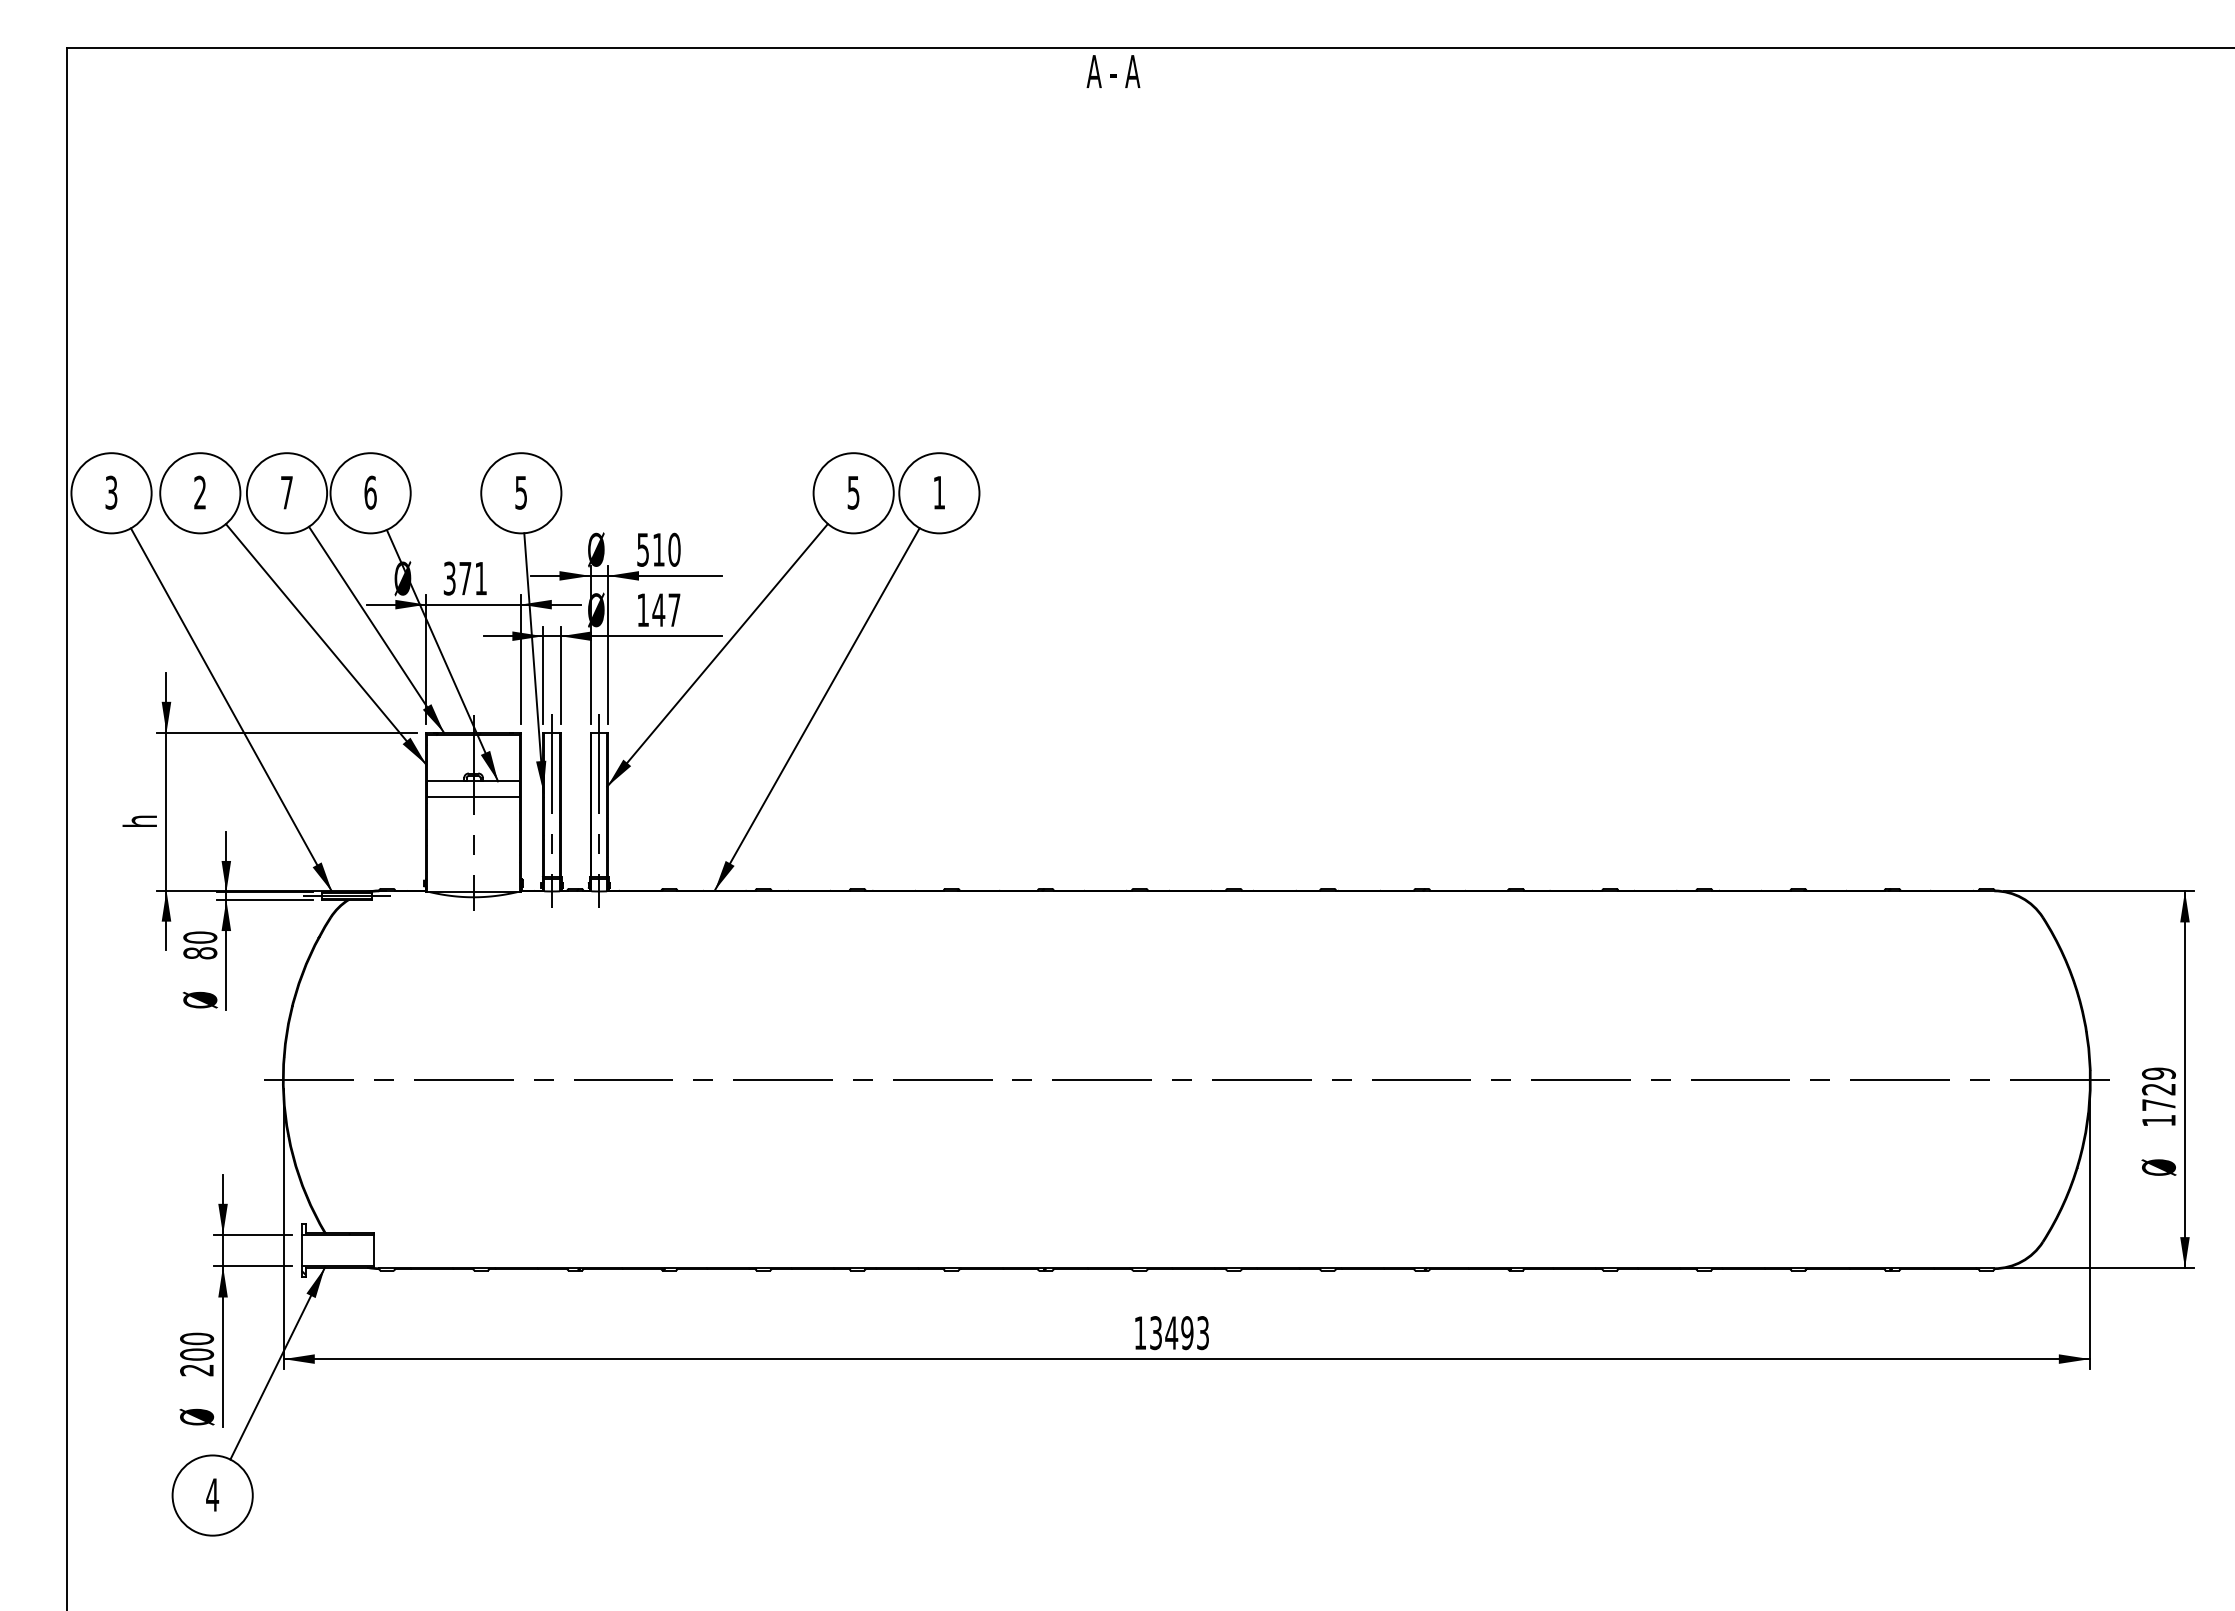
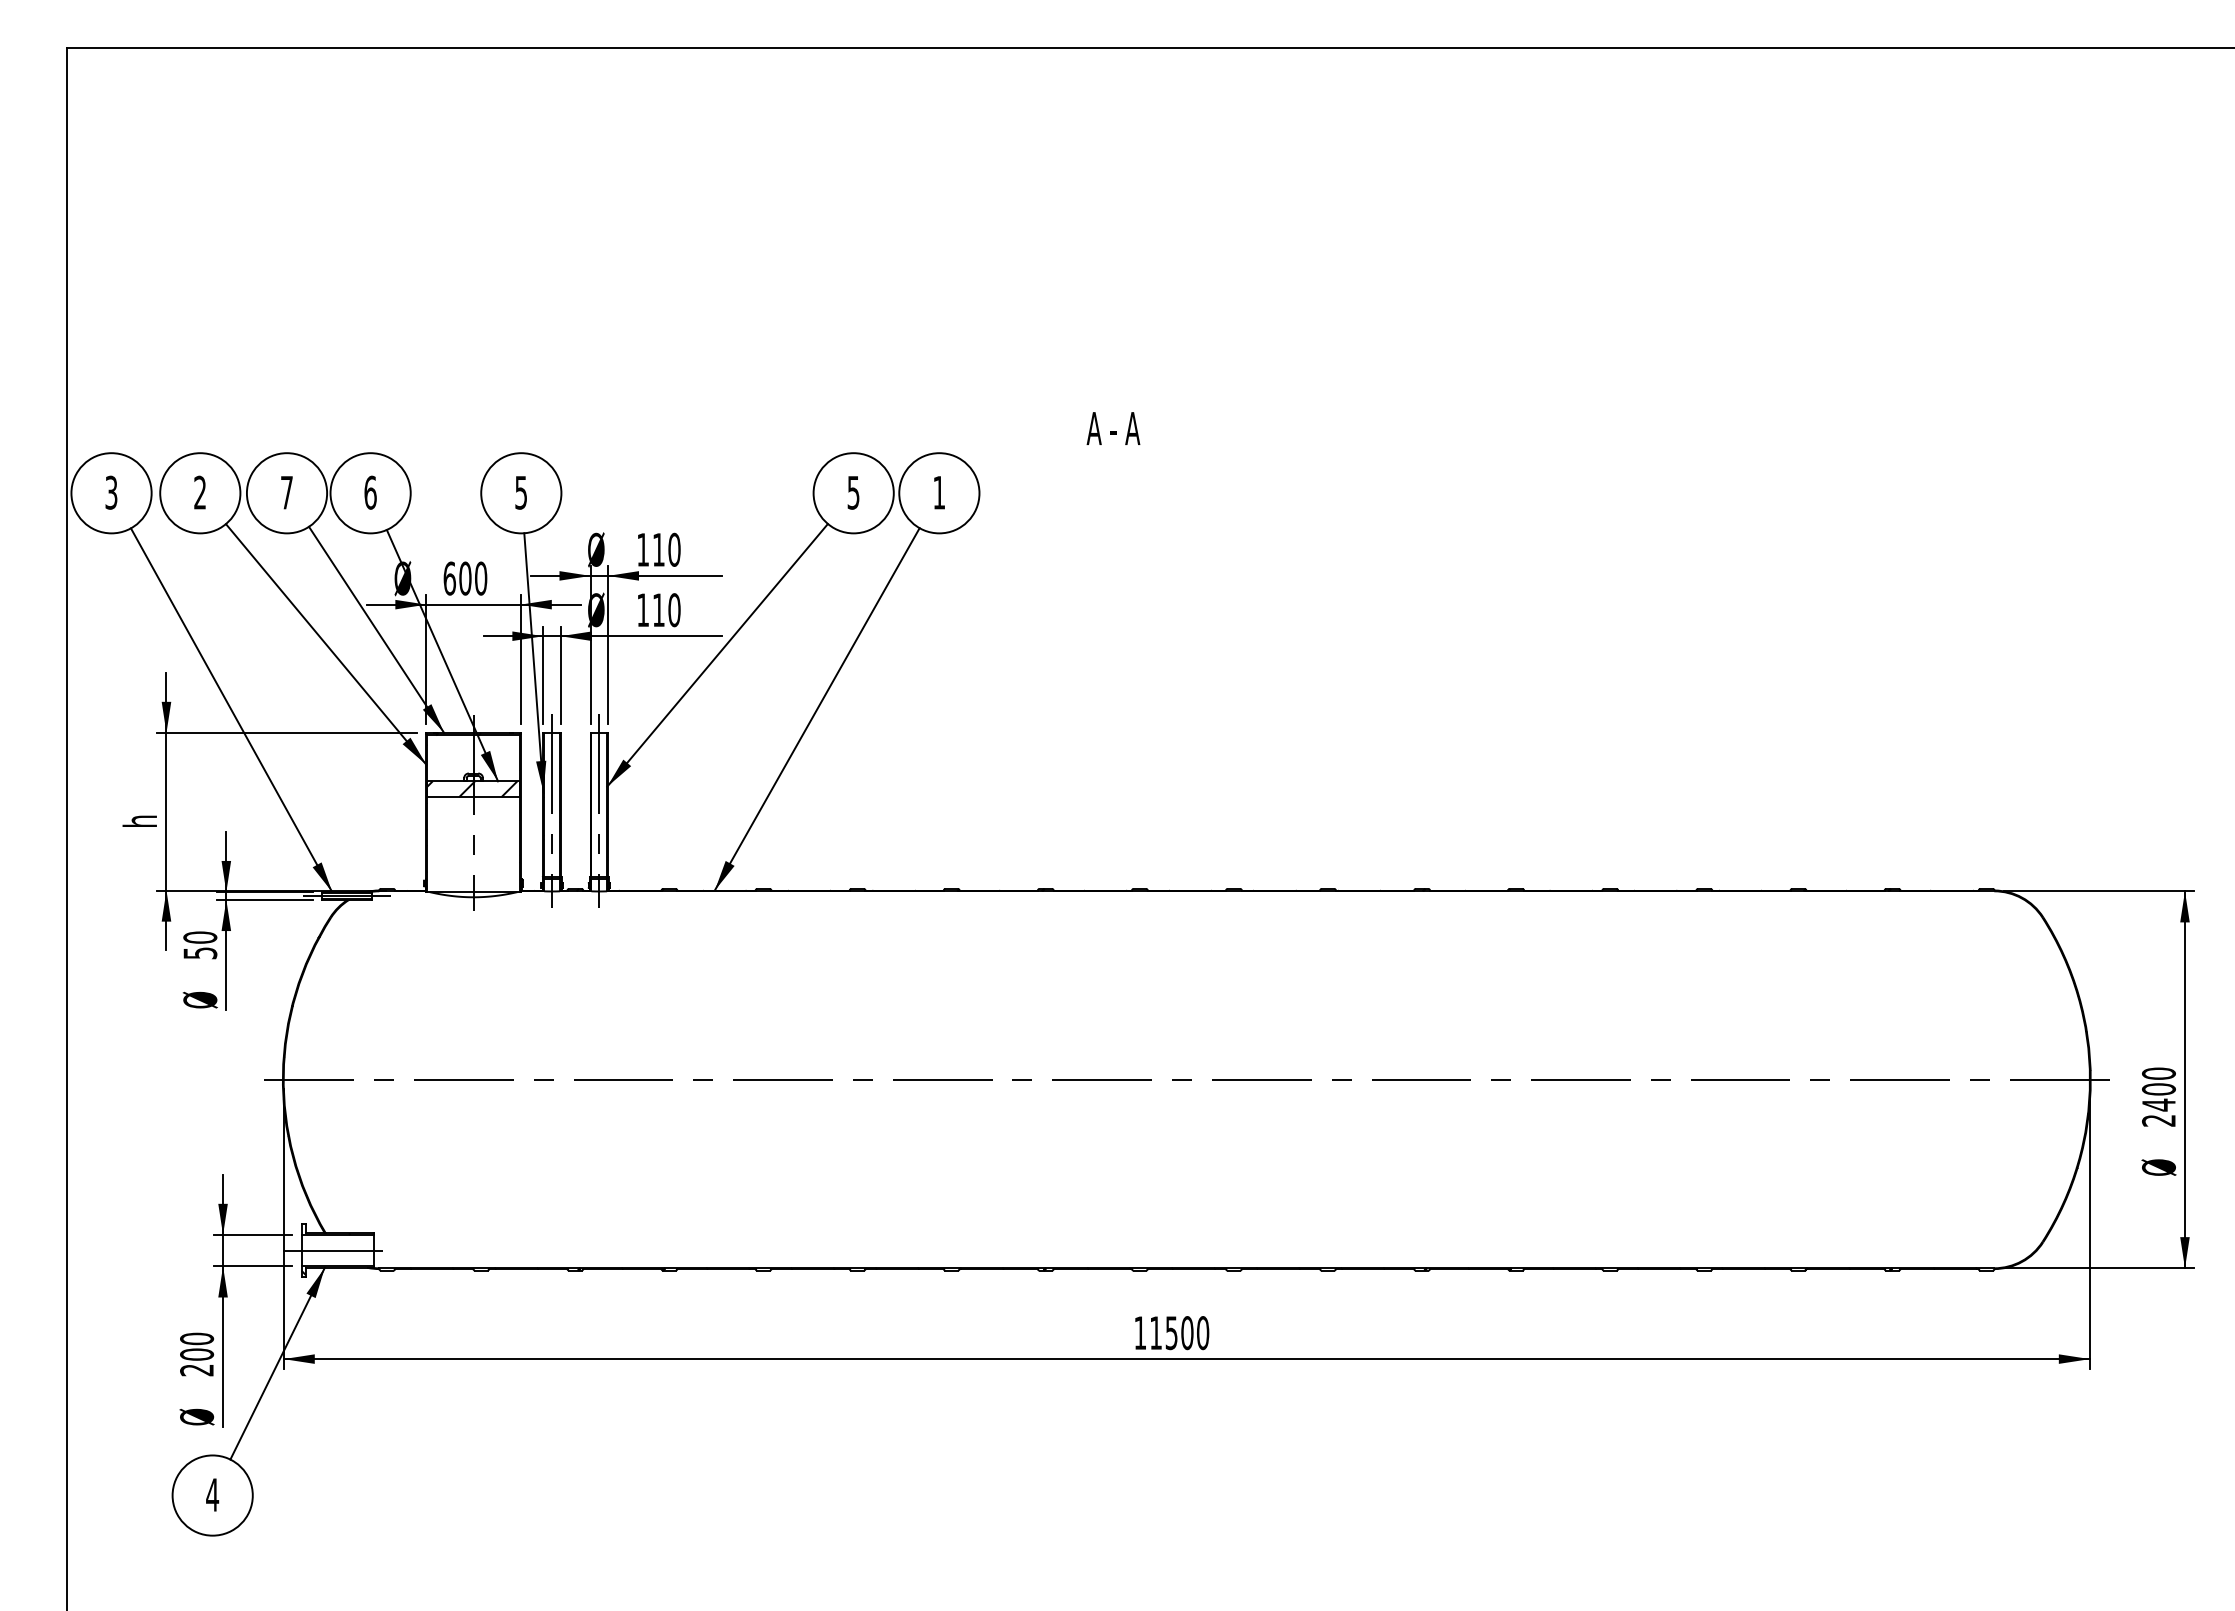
text at (1113, 71) position: (1113, 71) -> (1113, 428)
text at (642, 549): 510 -> 110
text at (465, 578): 371 -> 600
text at (666, 610): 147 -> 110
hatch at (472, 789): none -> present
text at (200, 953): 80 -> 50
text at (2158, 1096): 1729 -> 2400
line at (337, 1250): none -> present
text at (1179, 1333): 13493 -> 11500
